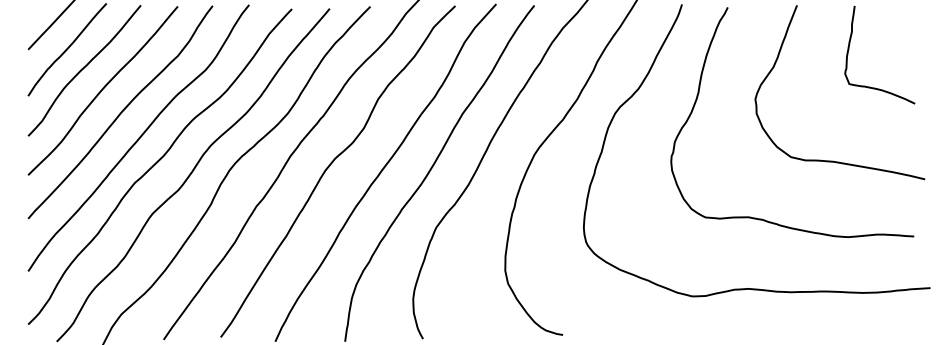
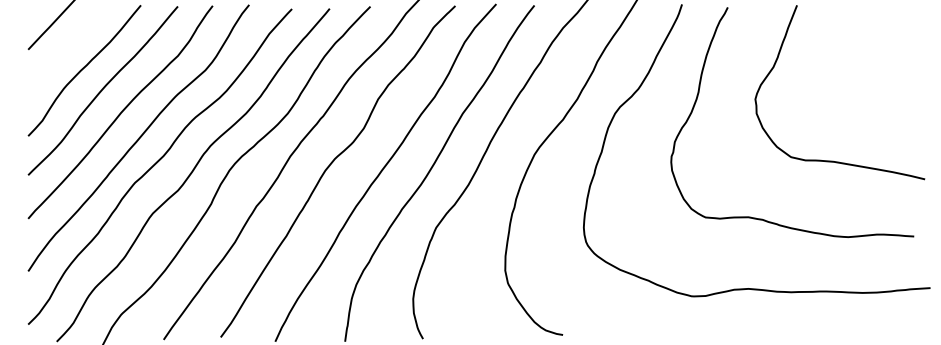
curve at (66, 49): present -> none
curve at (849, 50): present -> none
